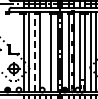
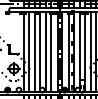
line at (35, 52): dashed -> solid
line at (46, 52): none -> present
